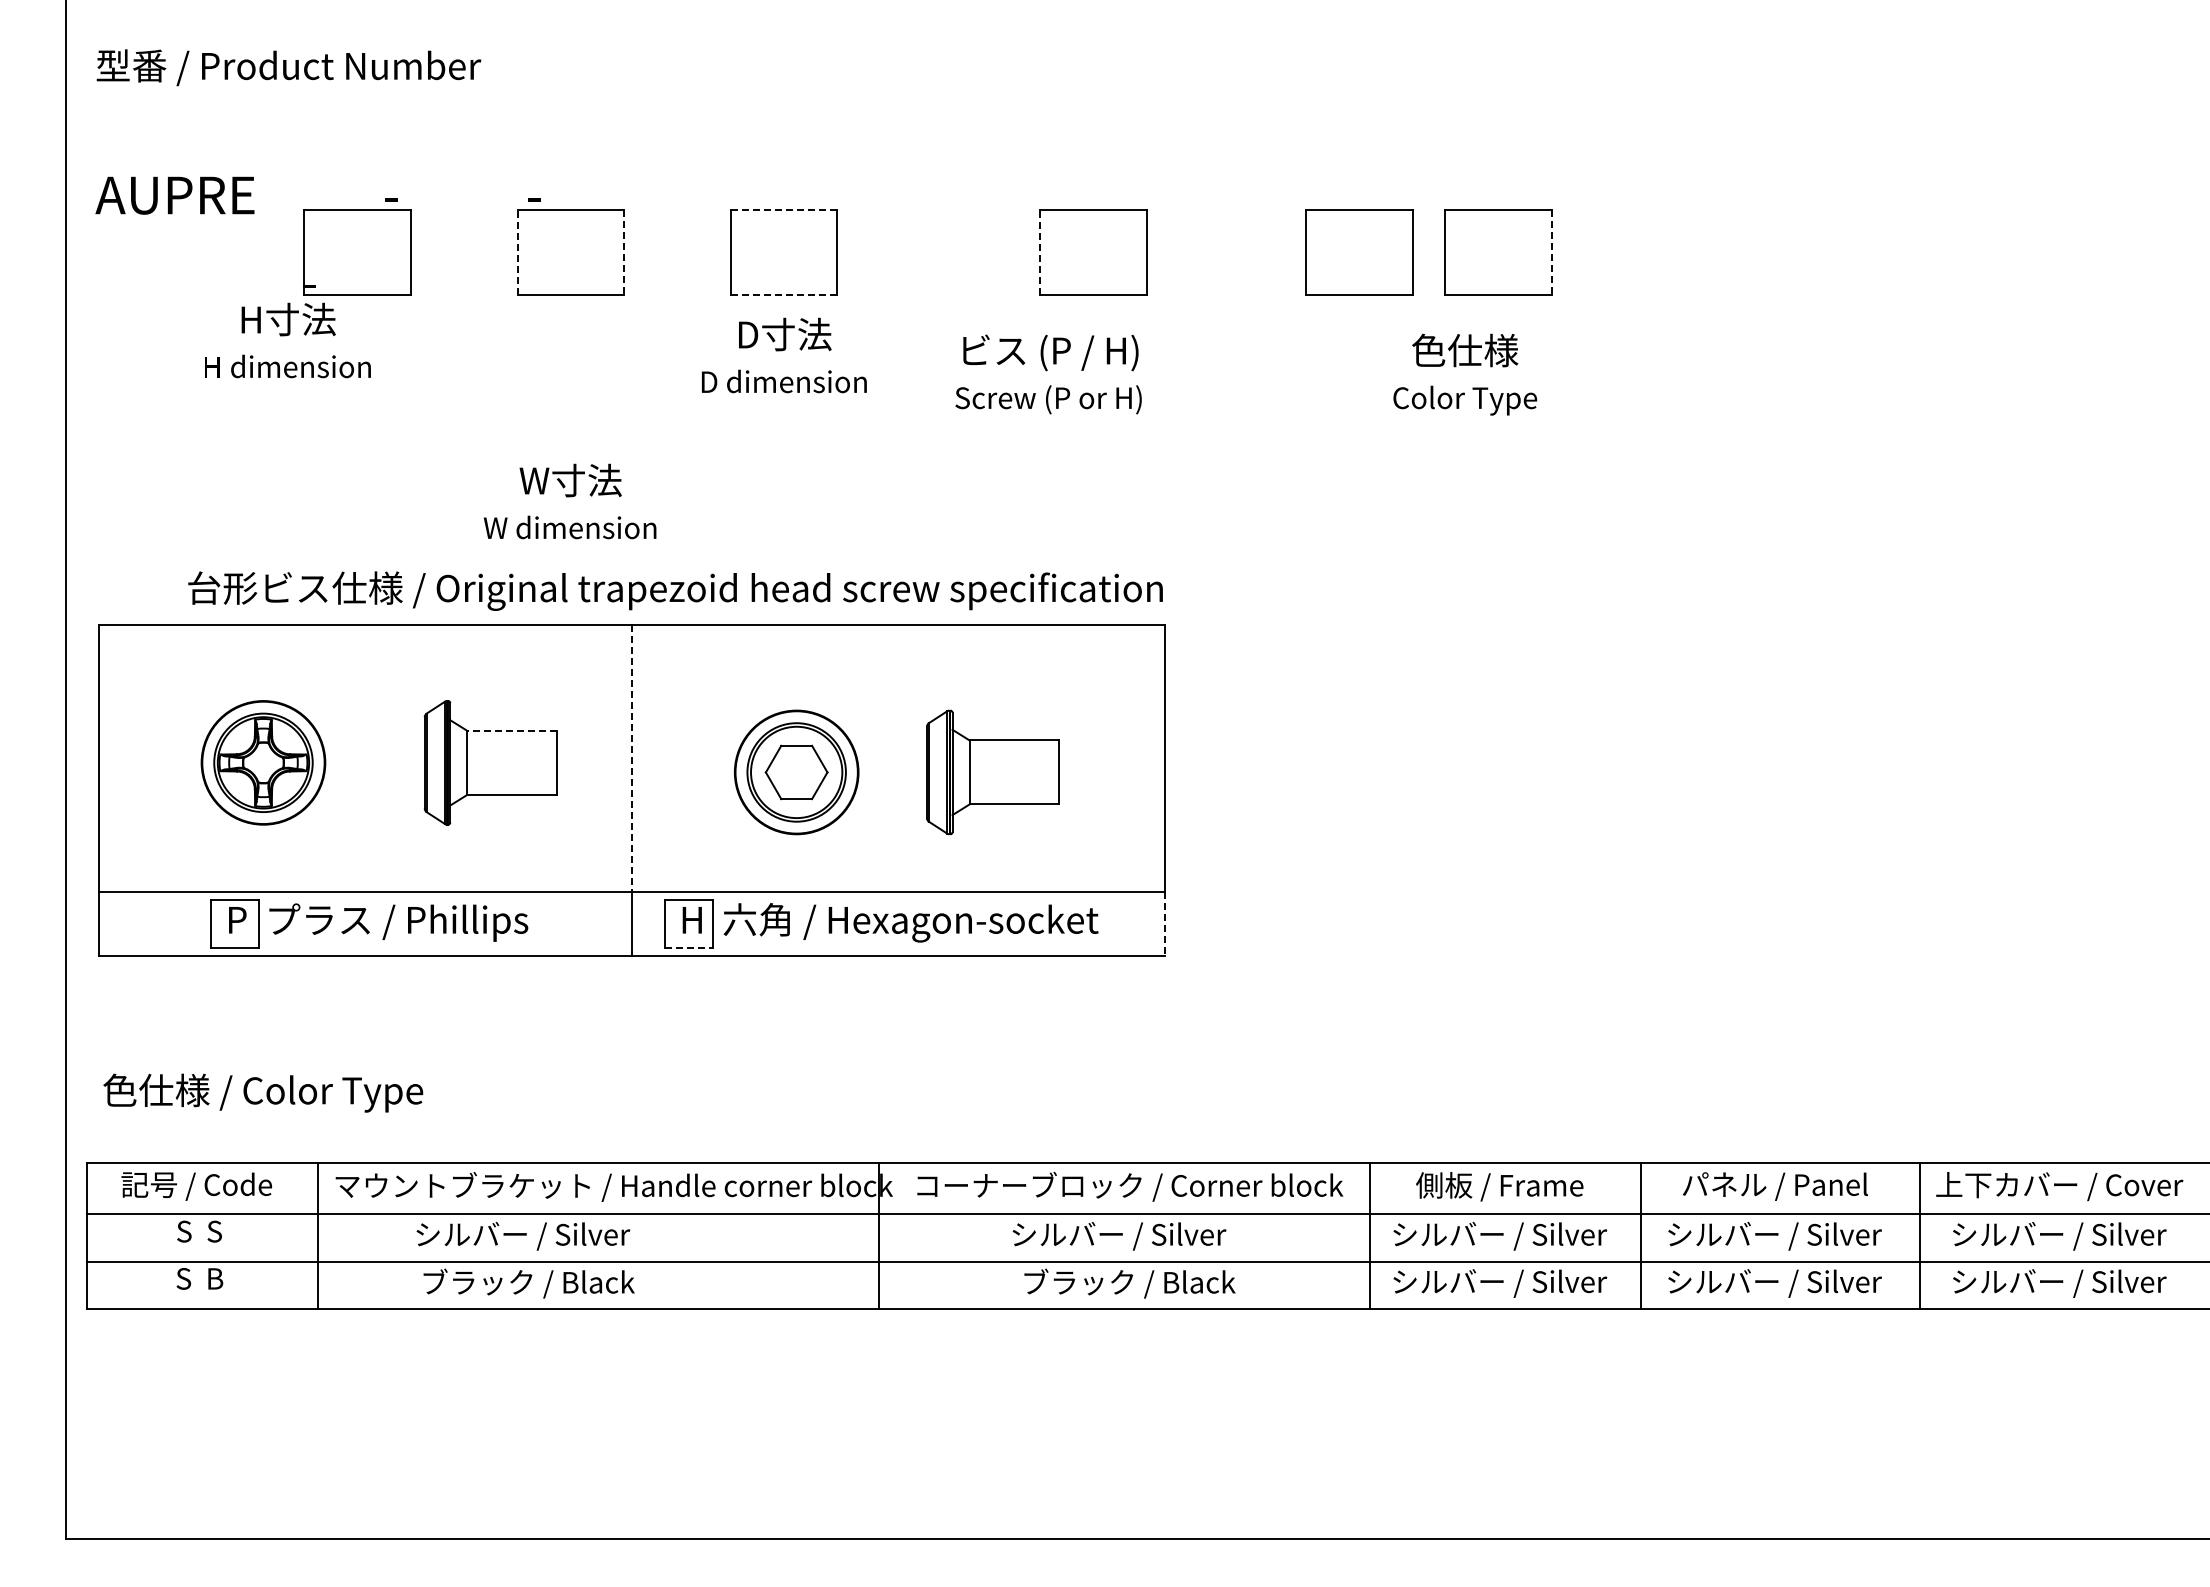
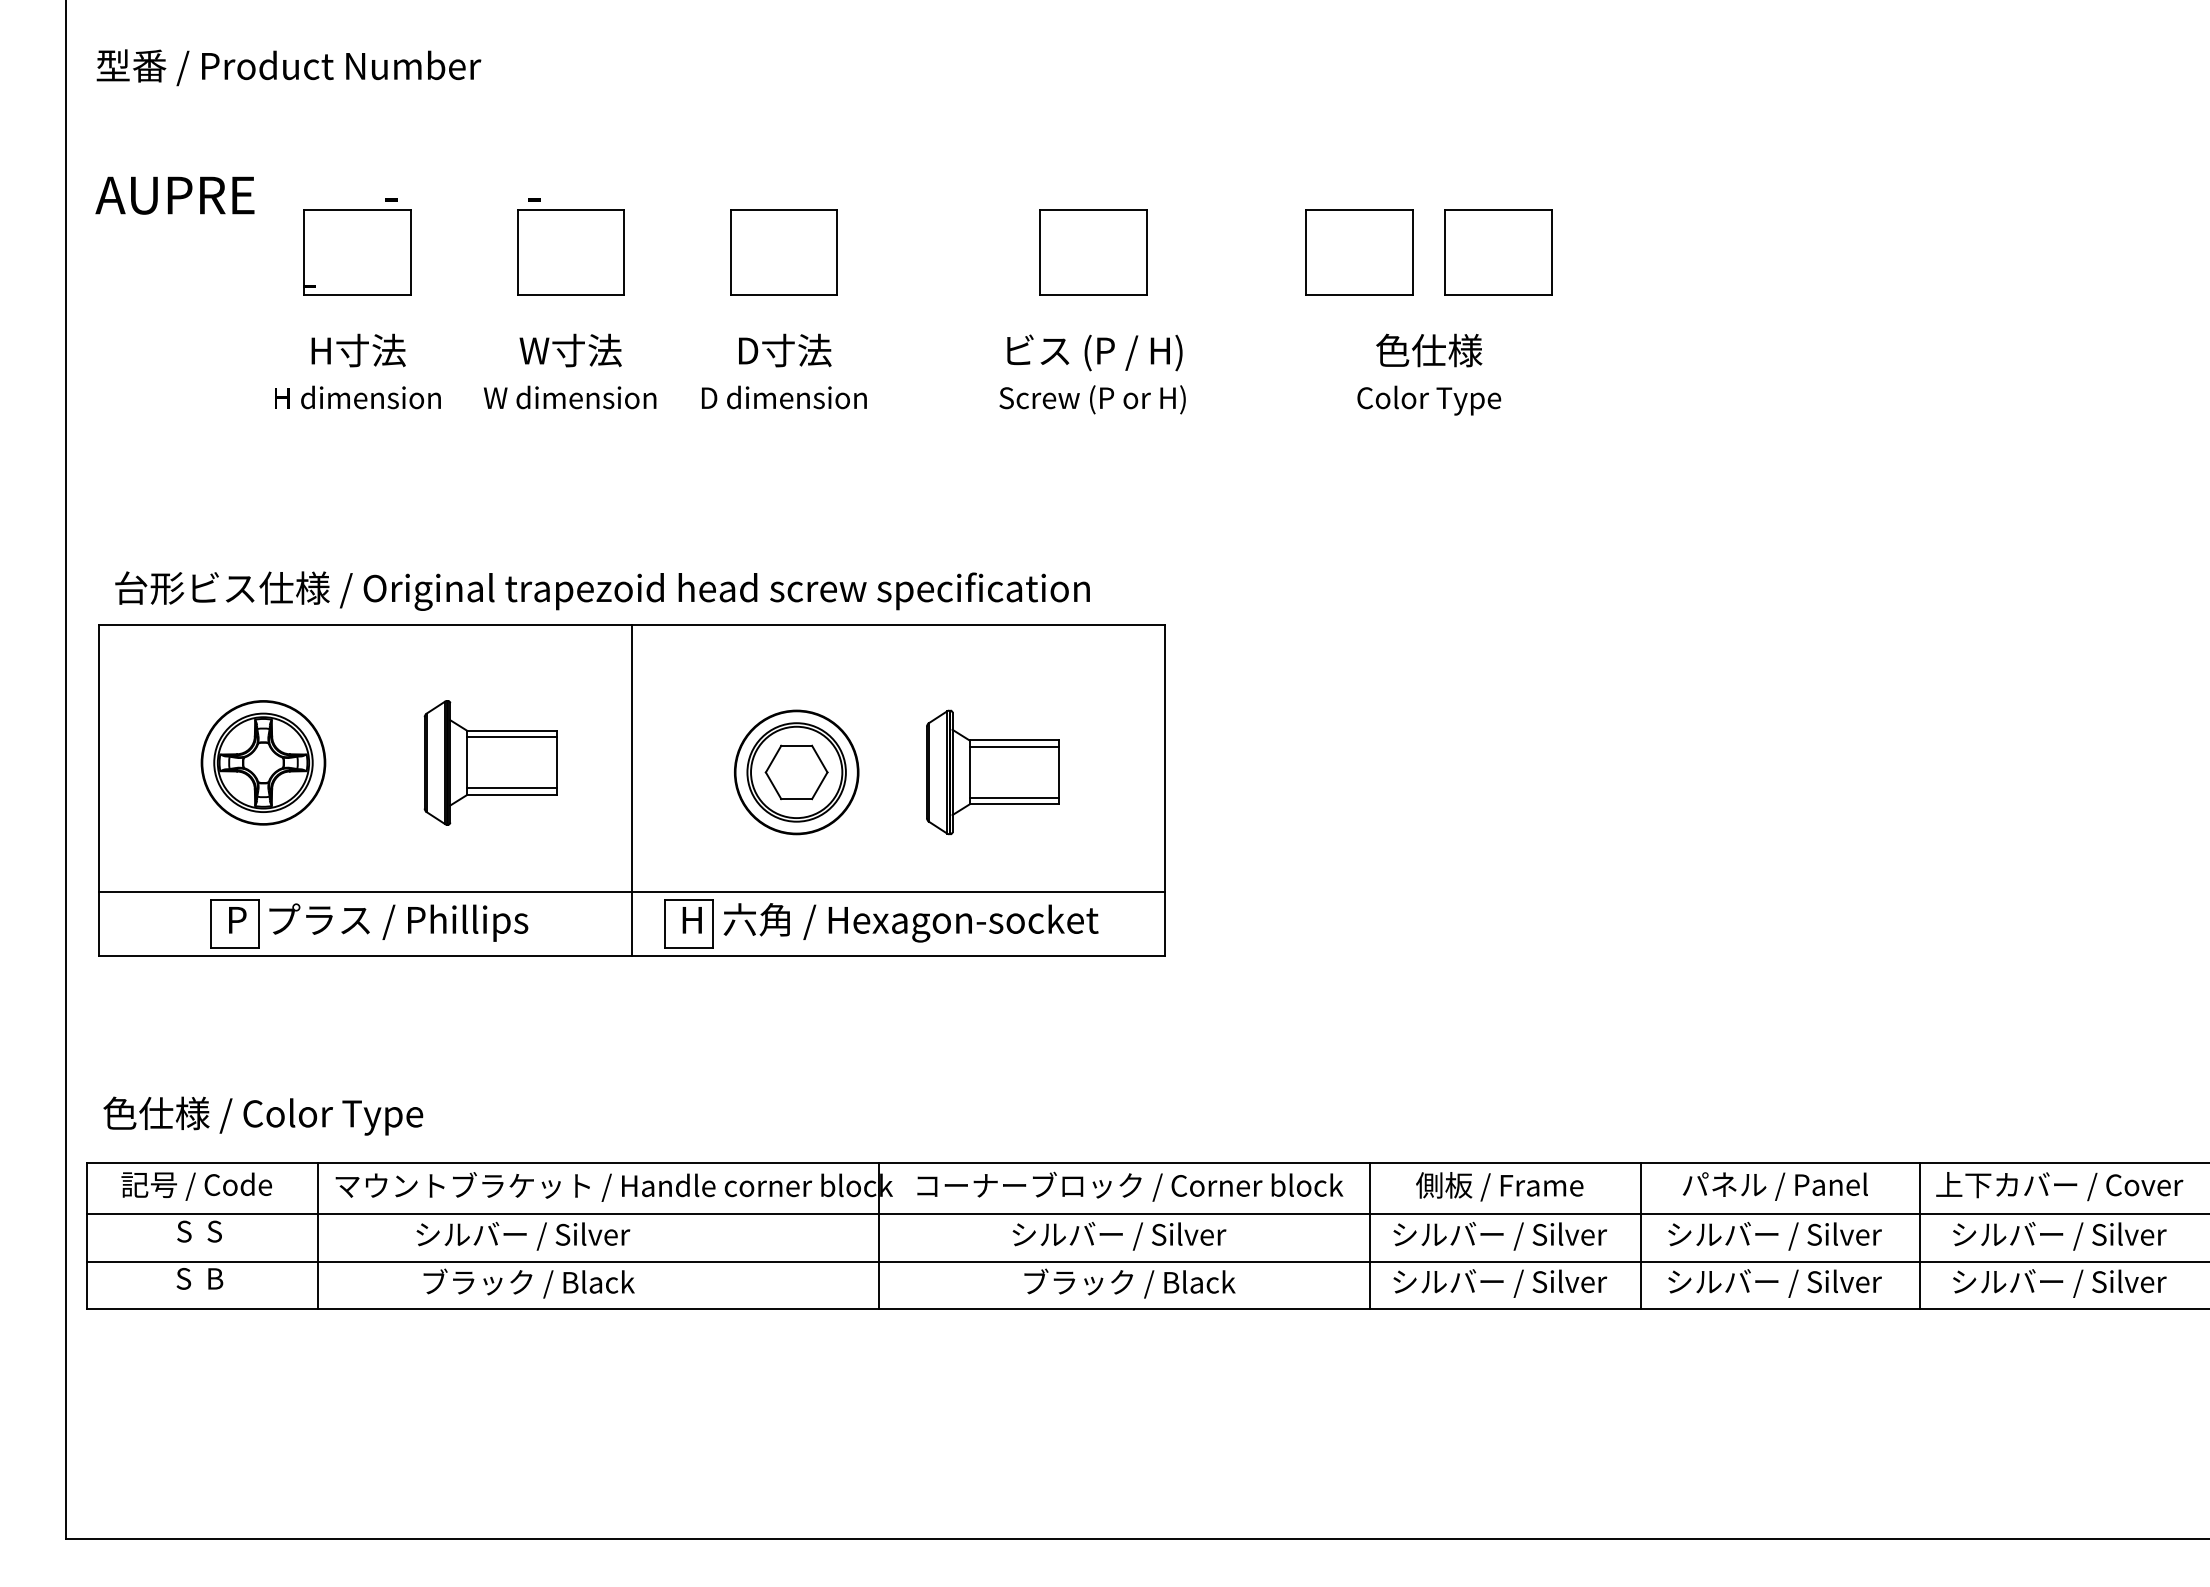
line at (784, 209): dashed -> solid
line at (517, 252): dashed -> solid
line at (624, 252): dashed -> solid
line at (1039, 252): dashed -> solid
line at (1551, 252): dashed -> solid
line at (783, 295): dashed -> solid
text at (287, 340) position: (287, 340) -> (357, 371)
text at (784, 355) position: (784, 355) -> (784, 371)
text at (1048, 374) position: (1048, 374) -> (1092, 374)
text at (1465, 374) position: (1465, 374) -> (1429, 374)
text at (570, 501) position: (570, 501) -> (570, 371)
text at (675, 590) position: (675, 590) -> (602, 590)
line at (512, 730): dashed -> solid
line at (511, 737): none -> present
line at (1014, 746): none -> present
line at (631, 758): dashed -> solid
line at (511, 788): none -> present
line at (1014, 798): none -> present
line at (1164, 923): dashed -> solid
line at (688, 947): dashed -> solid
text at (263, 1092) position: (263, 1092) -> (263, 1115)
